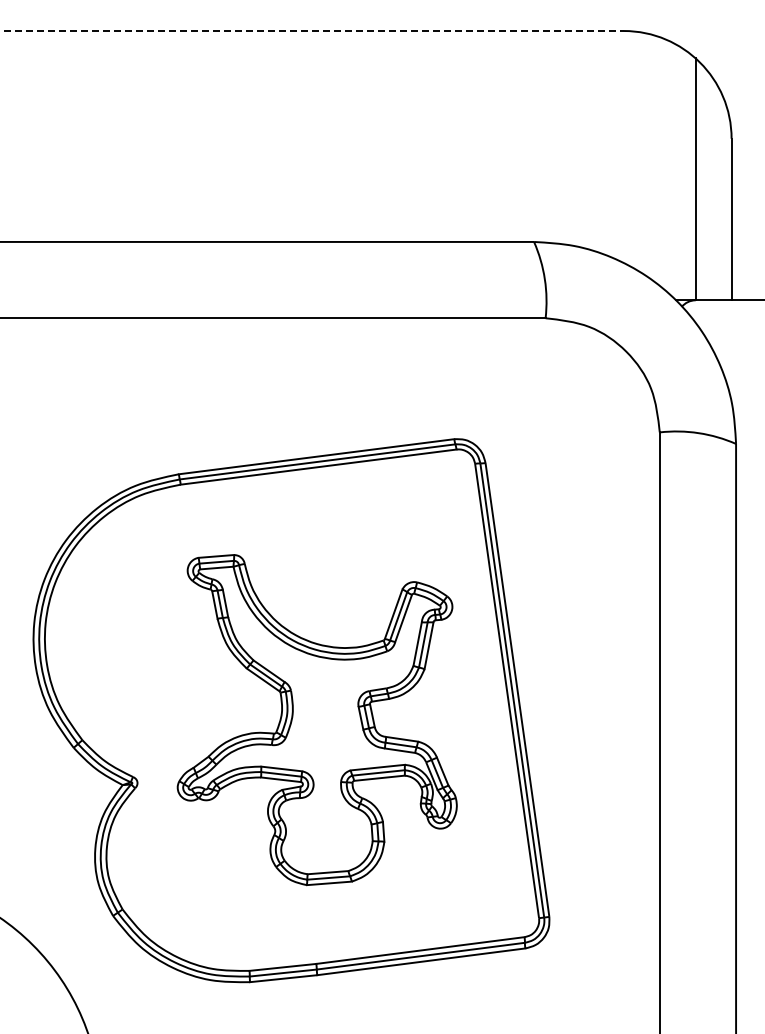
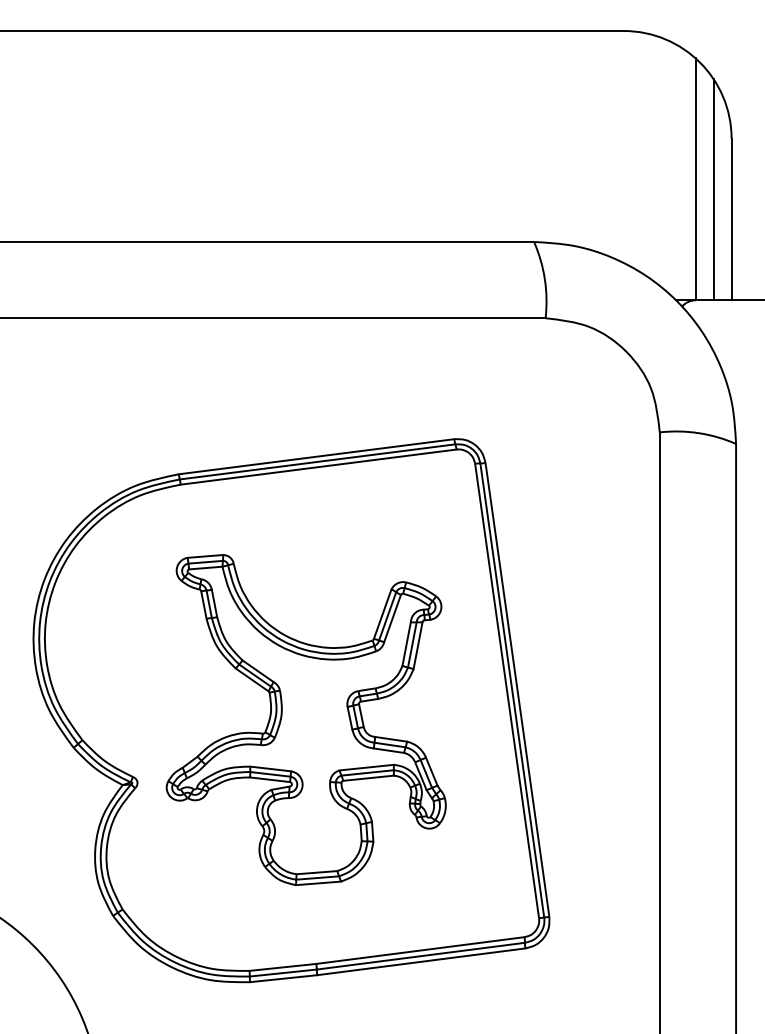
line at (312, 31): dashed -> solid
line at (713, 189): none -> present
part at (316, 720) position: (316, 720) -> (305, 720)
